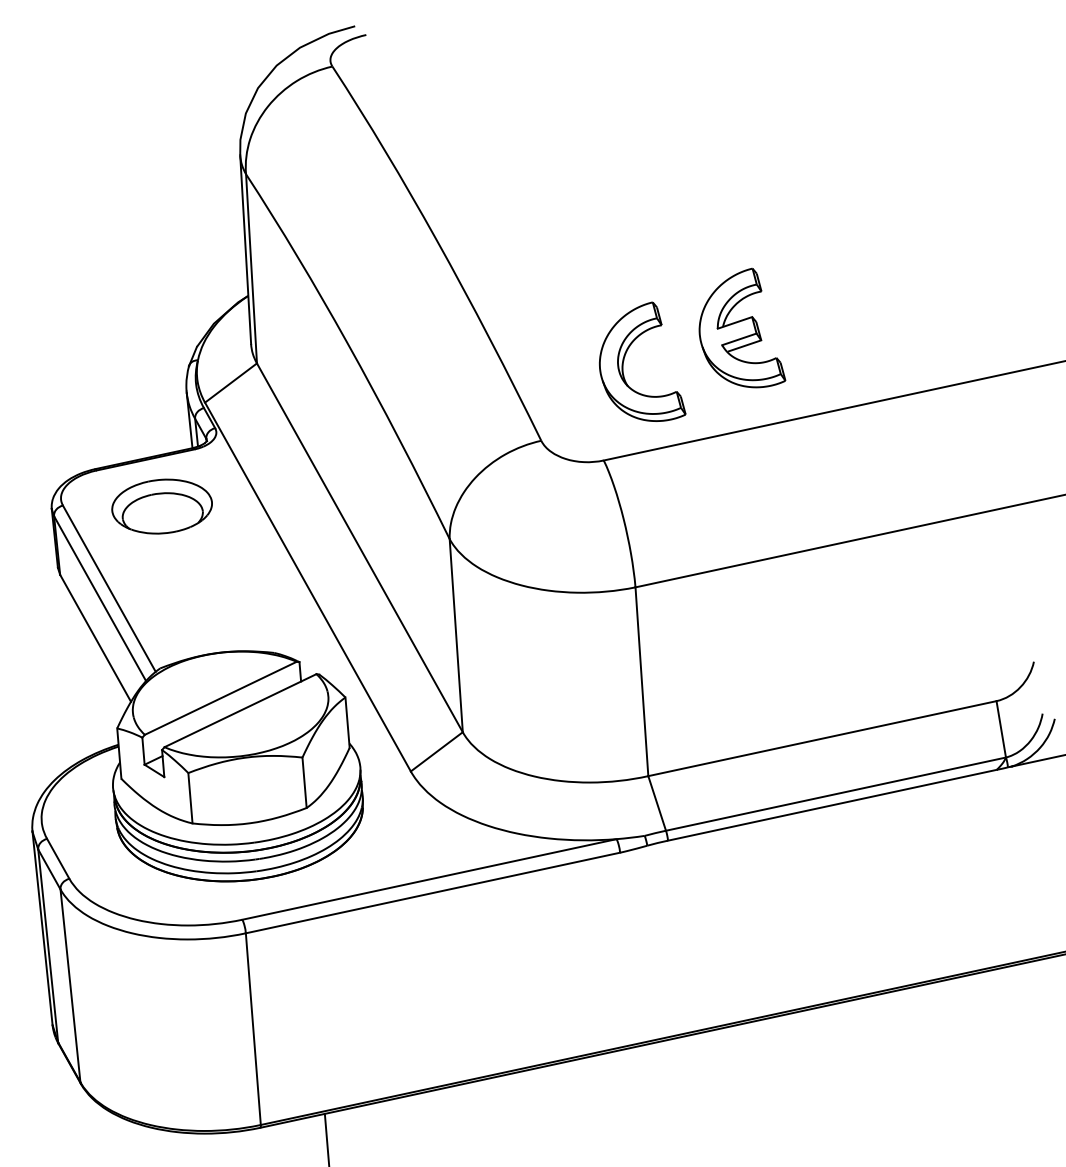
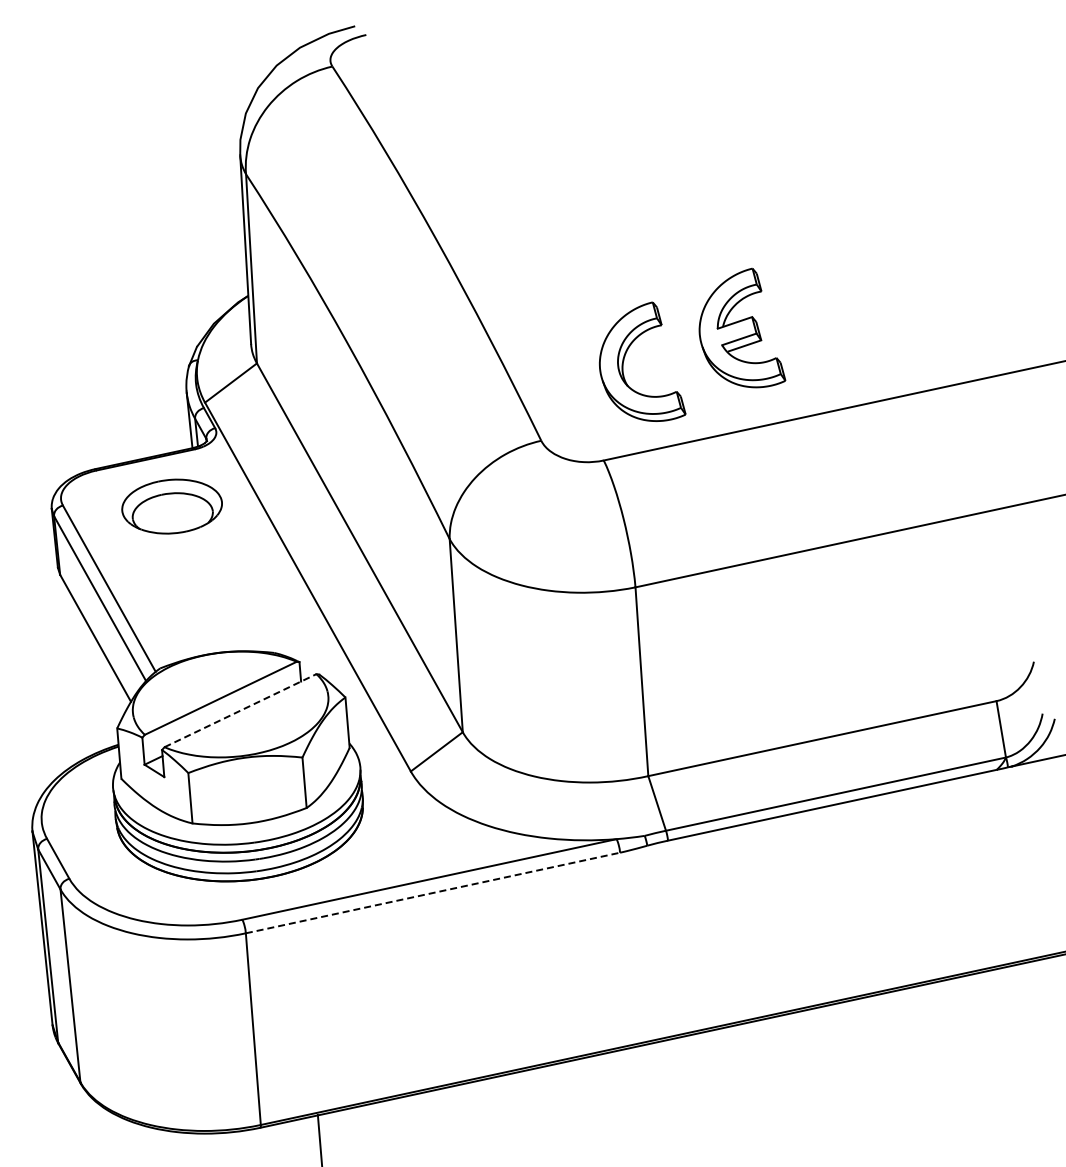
part at (161, 506) position: (161, 506) -> (171, 506)
line at (240, 710): solid -> dashed
line at (433, 892): solid -> dashed
line at (326, 1138) position: (326, 1138) -> (319, 1138)
